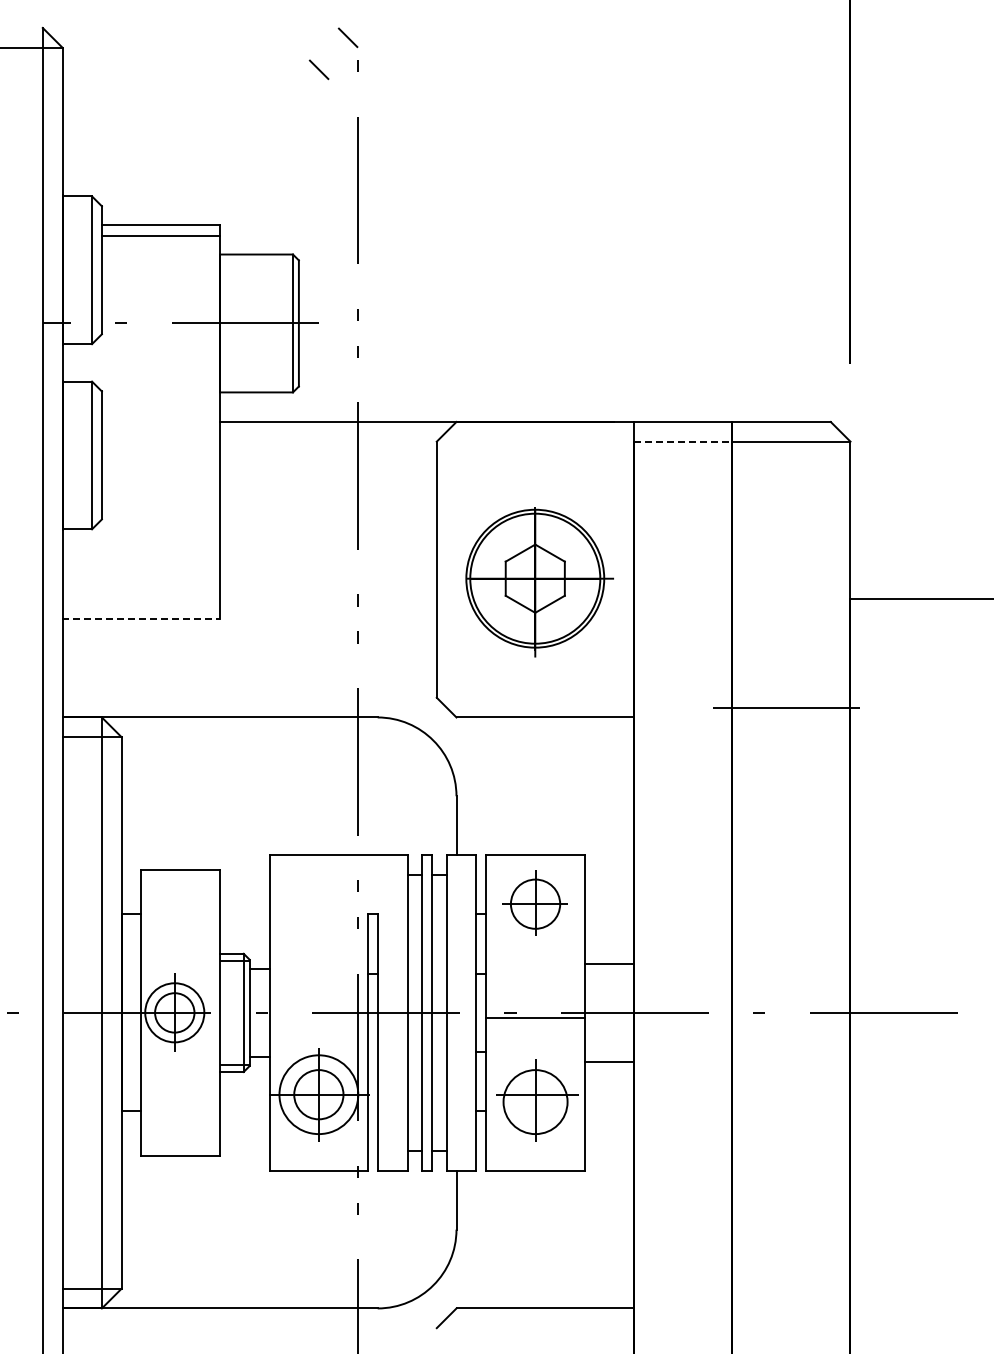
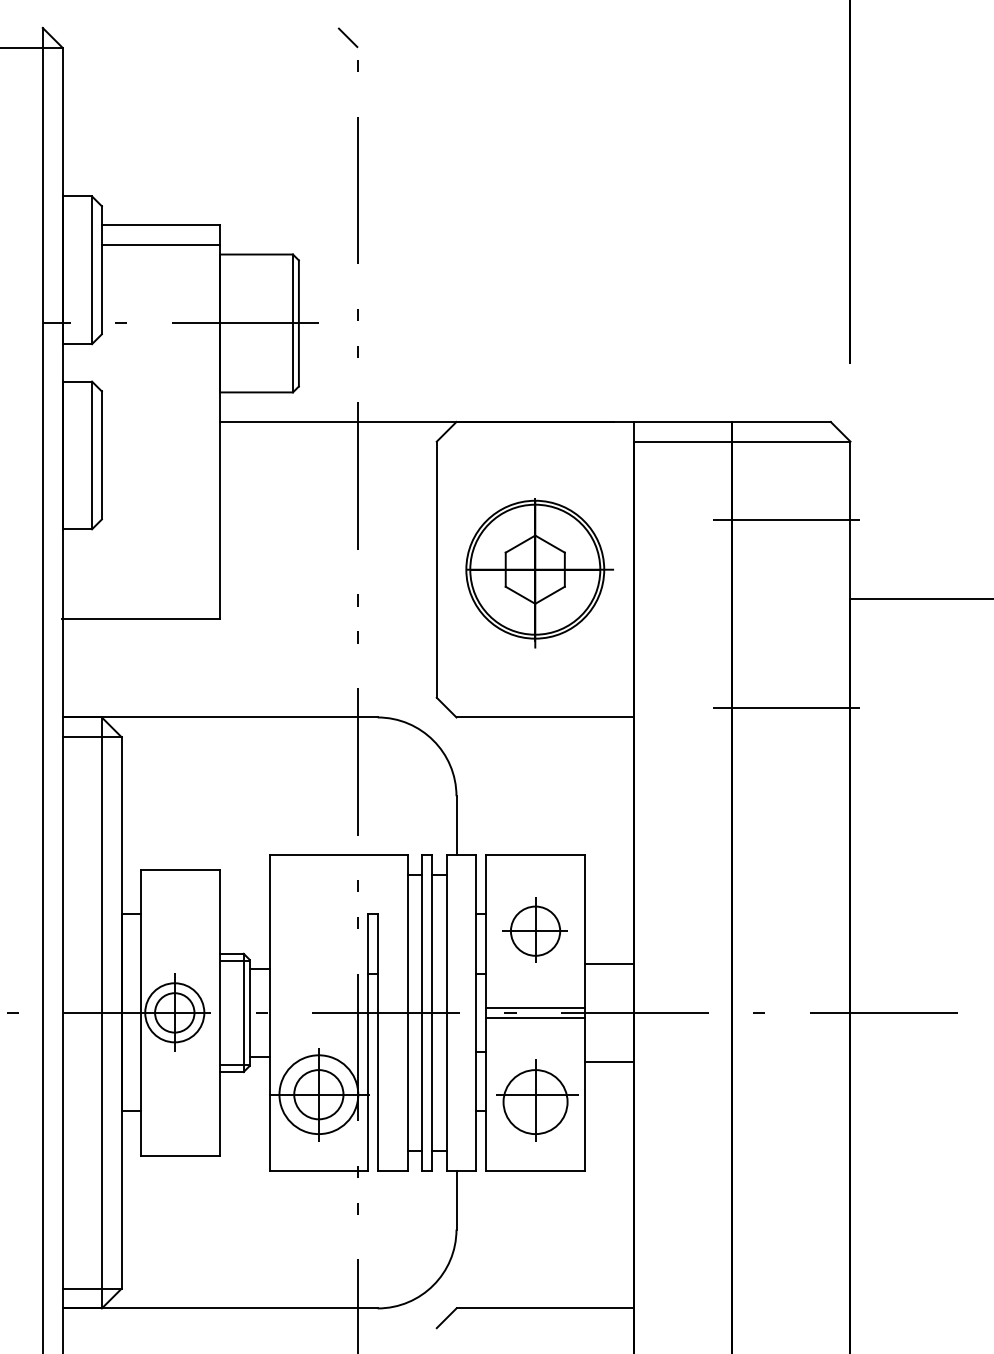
line at (318, 69): present -> none
line at (160, 235) position: (160, 235) -> (160, 244)
line at (683, 441): dashed -> solid
line at (791, 520): none -> present
part at (539, 582) position: (539, 582) -> (539, 573)
line at (141, 618): dashed -> solid
part at (534, 902) position: (534, 902) -> (534, 929)
line at (535, 1008): none -> present
